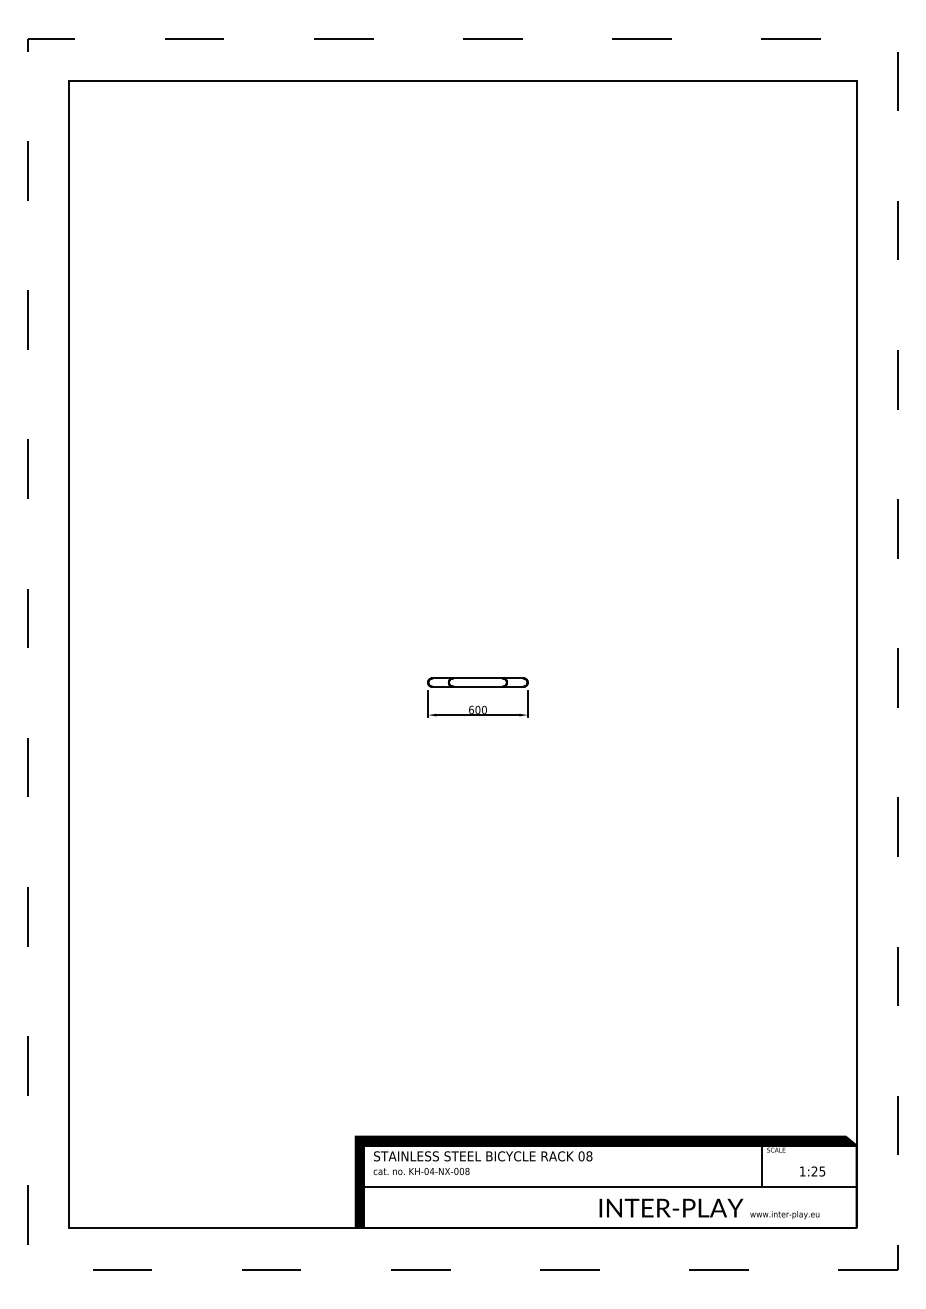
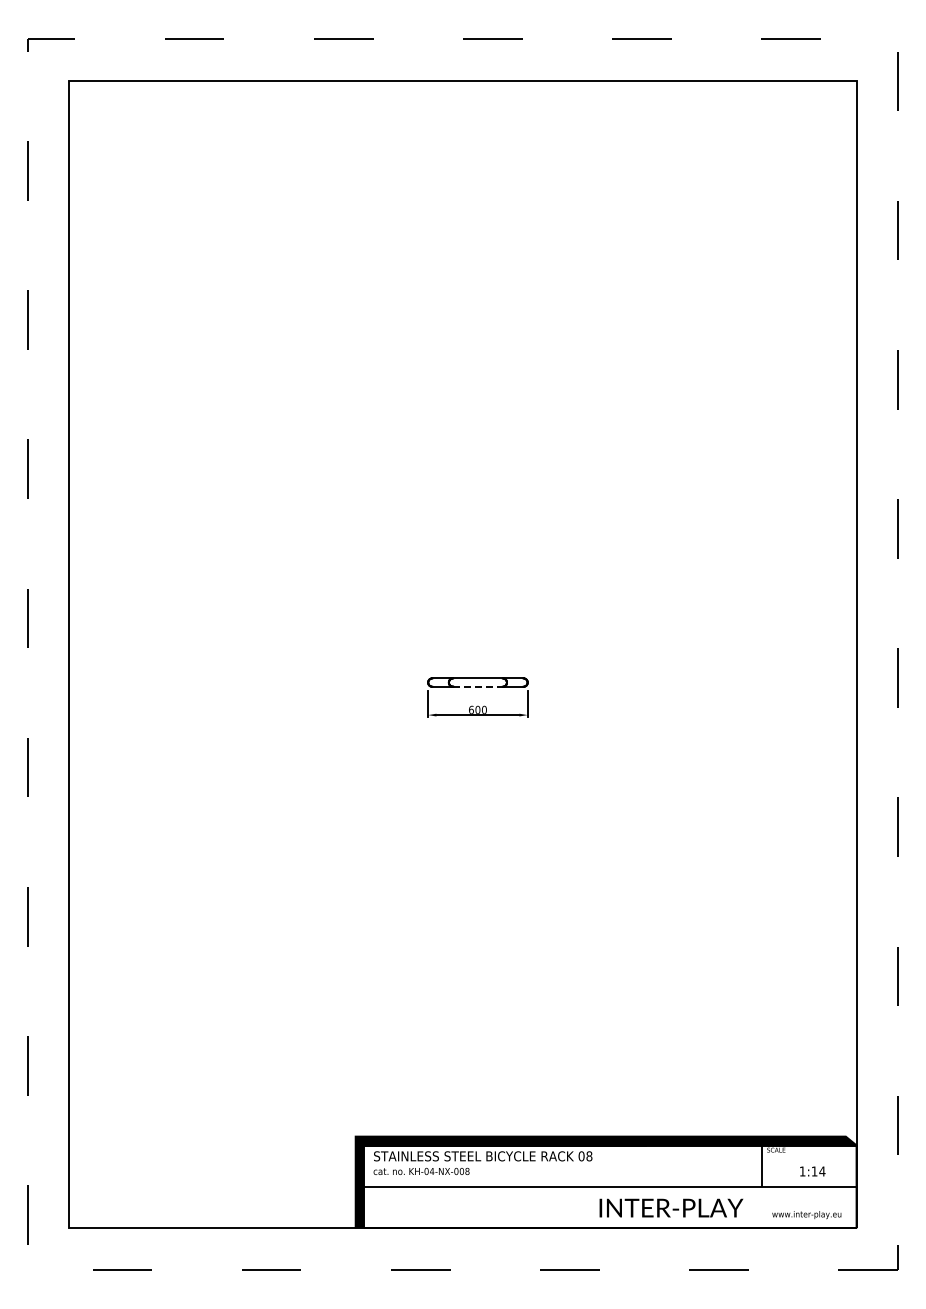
line at (478, 686): solid -> dashed
text at (818, 1171): 1:25 -> 1:14
text at (784, 1215) position: (784, 1215) -> (806, 1215)
